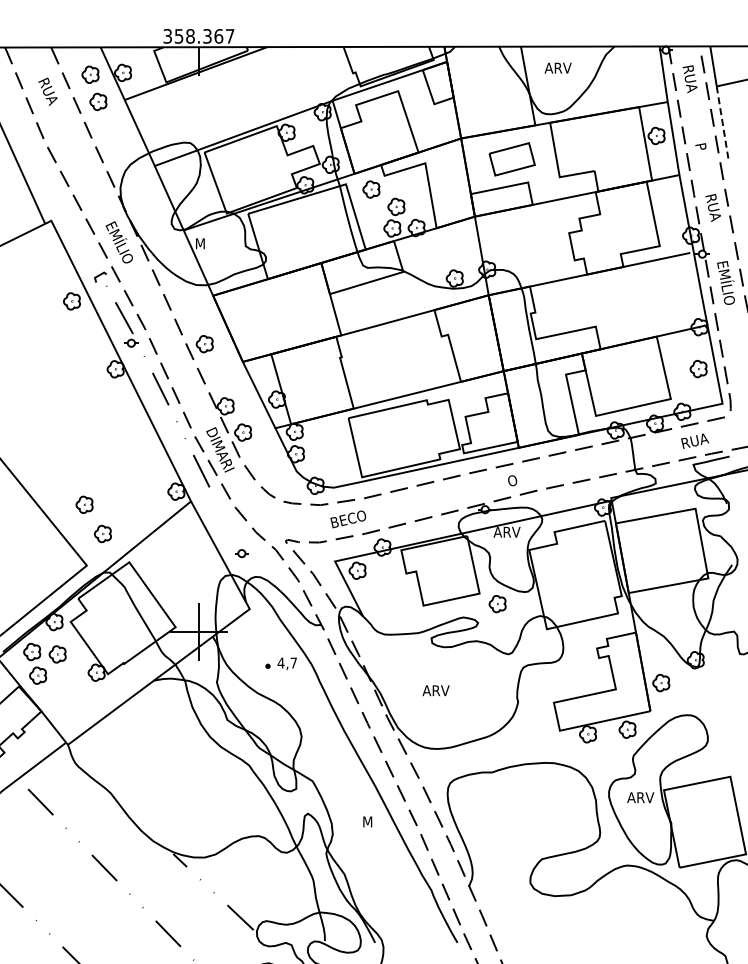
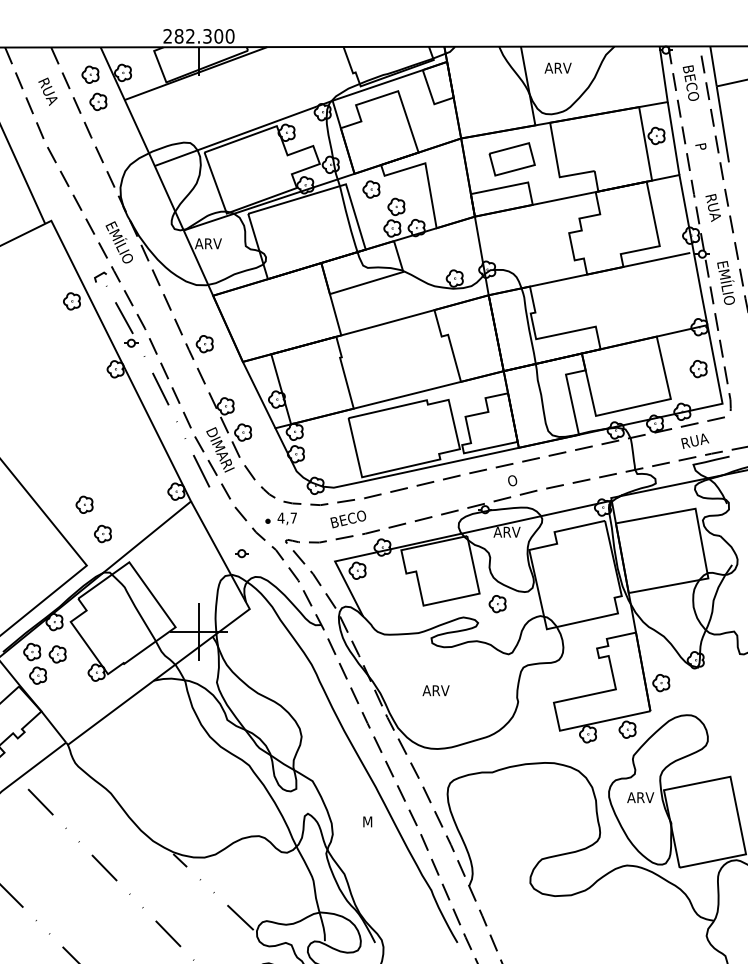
text at (198, 36): 358.367 -> 282.300
text at (691, 83): RUA -> BECO
line at (722, 124): dashed -> solid
text at (208, 243): M -> ARV
part at (280, 663) position: (280, 663) -> (280, 518)
